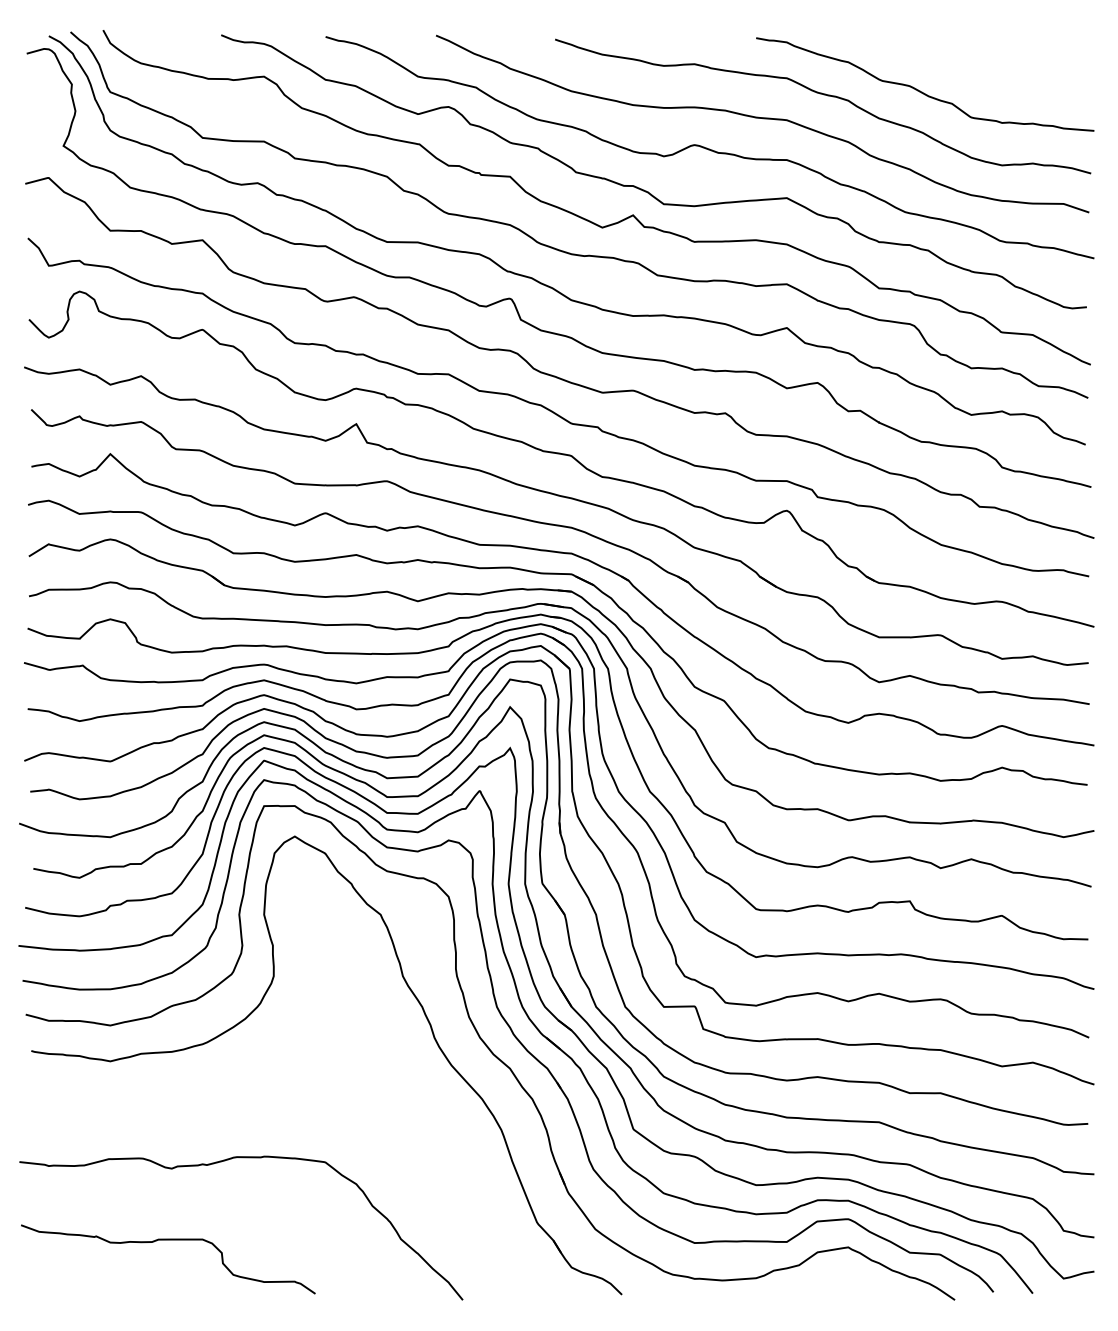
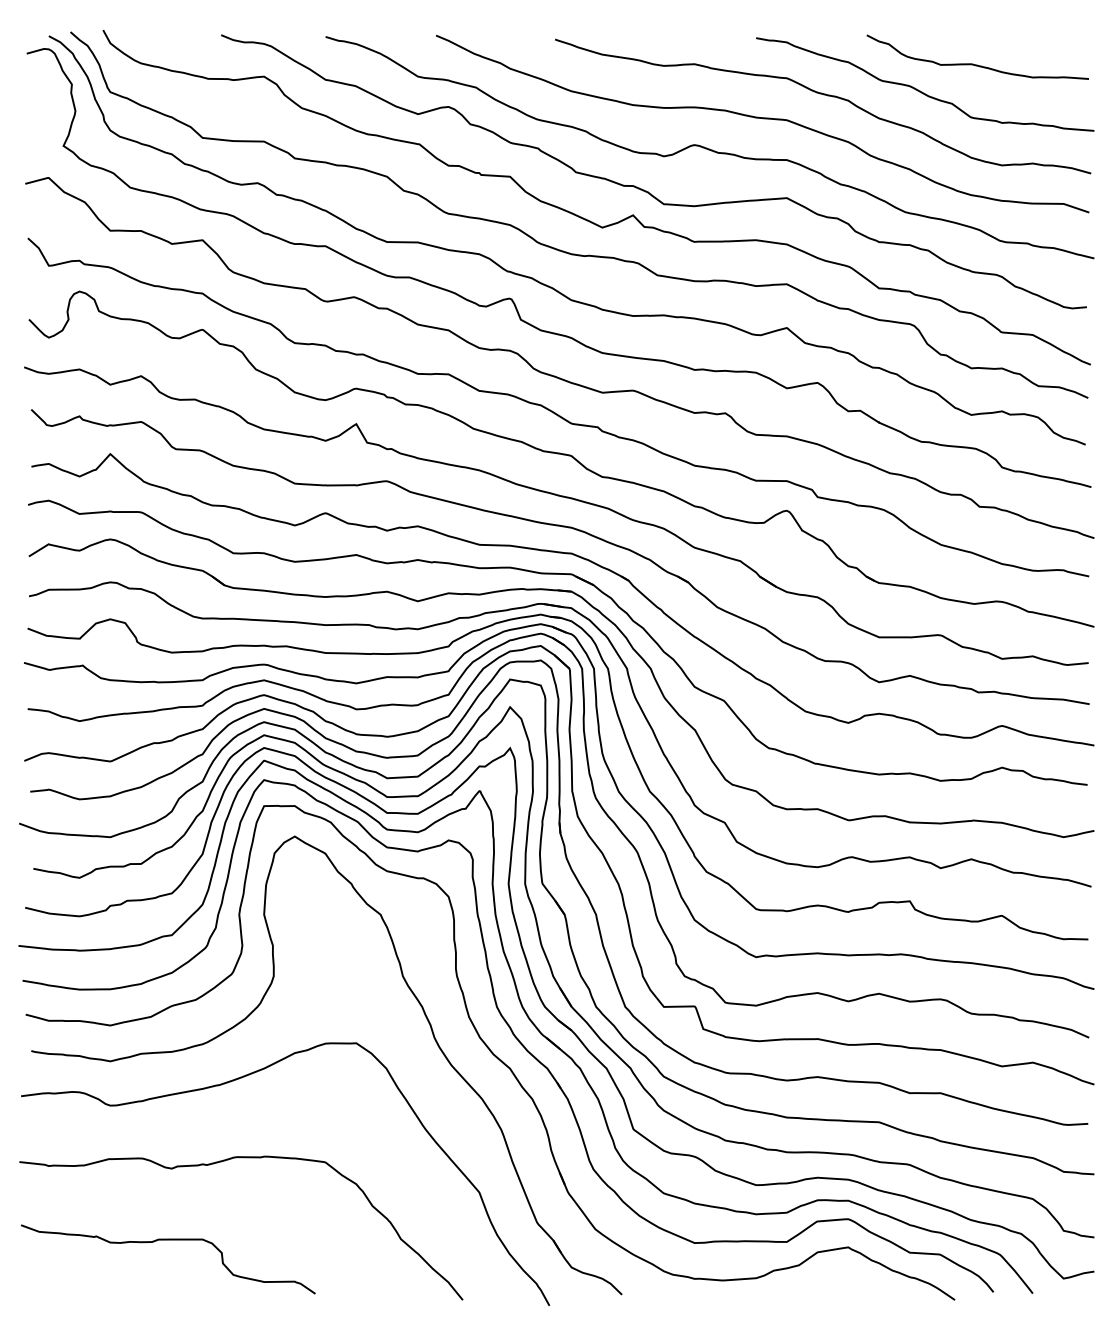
curve at (977, 64): none -> present
curve at (247, 1076): none -> present
